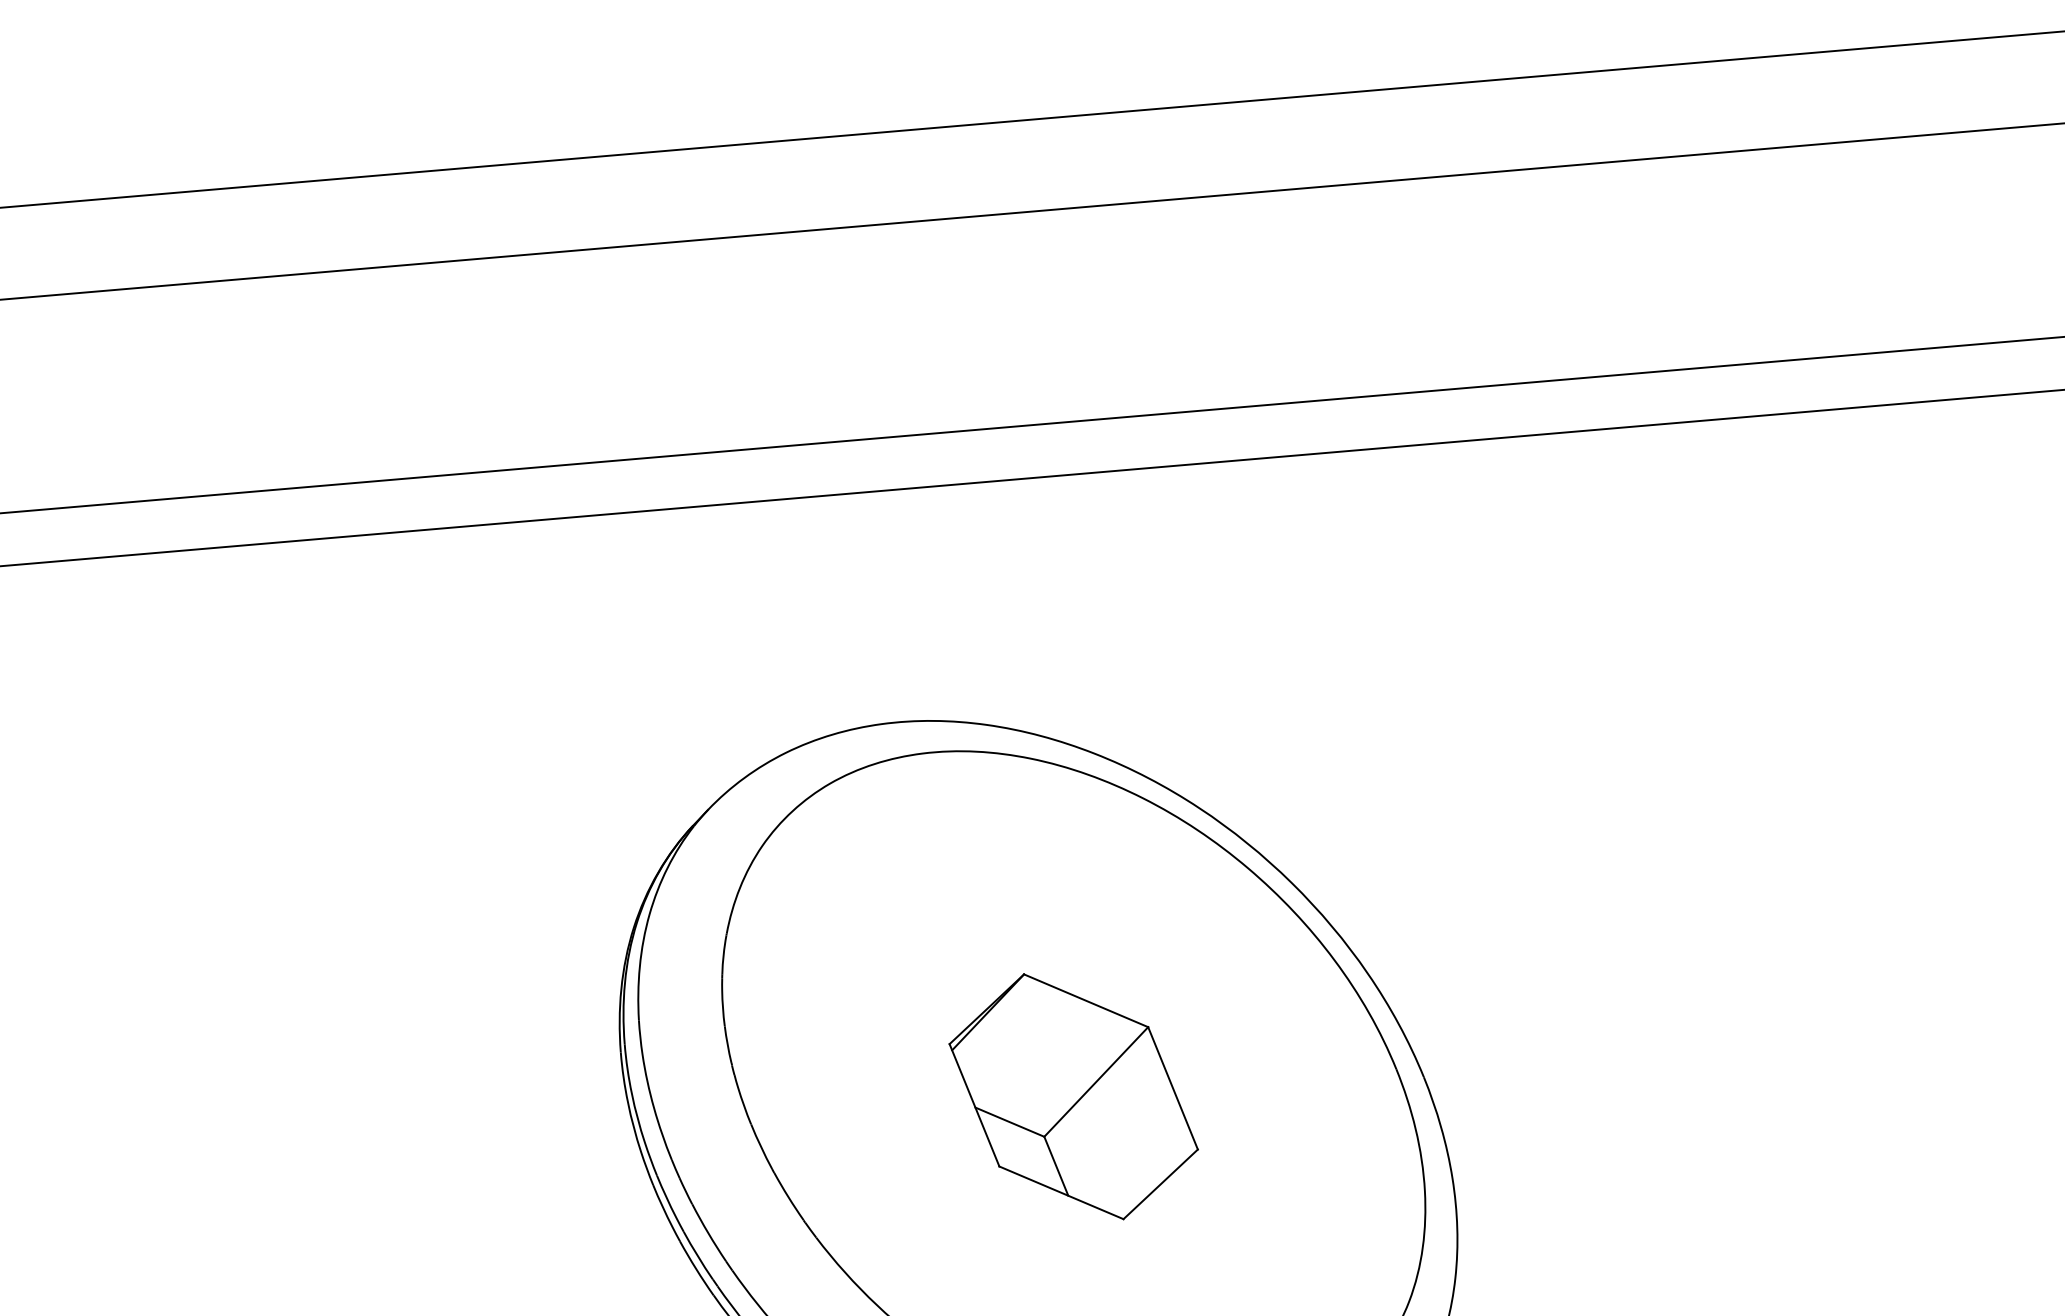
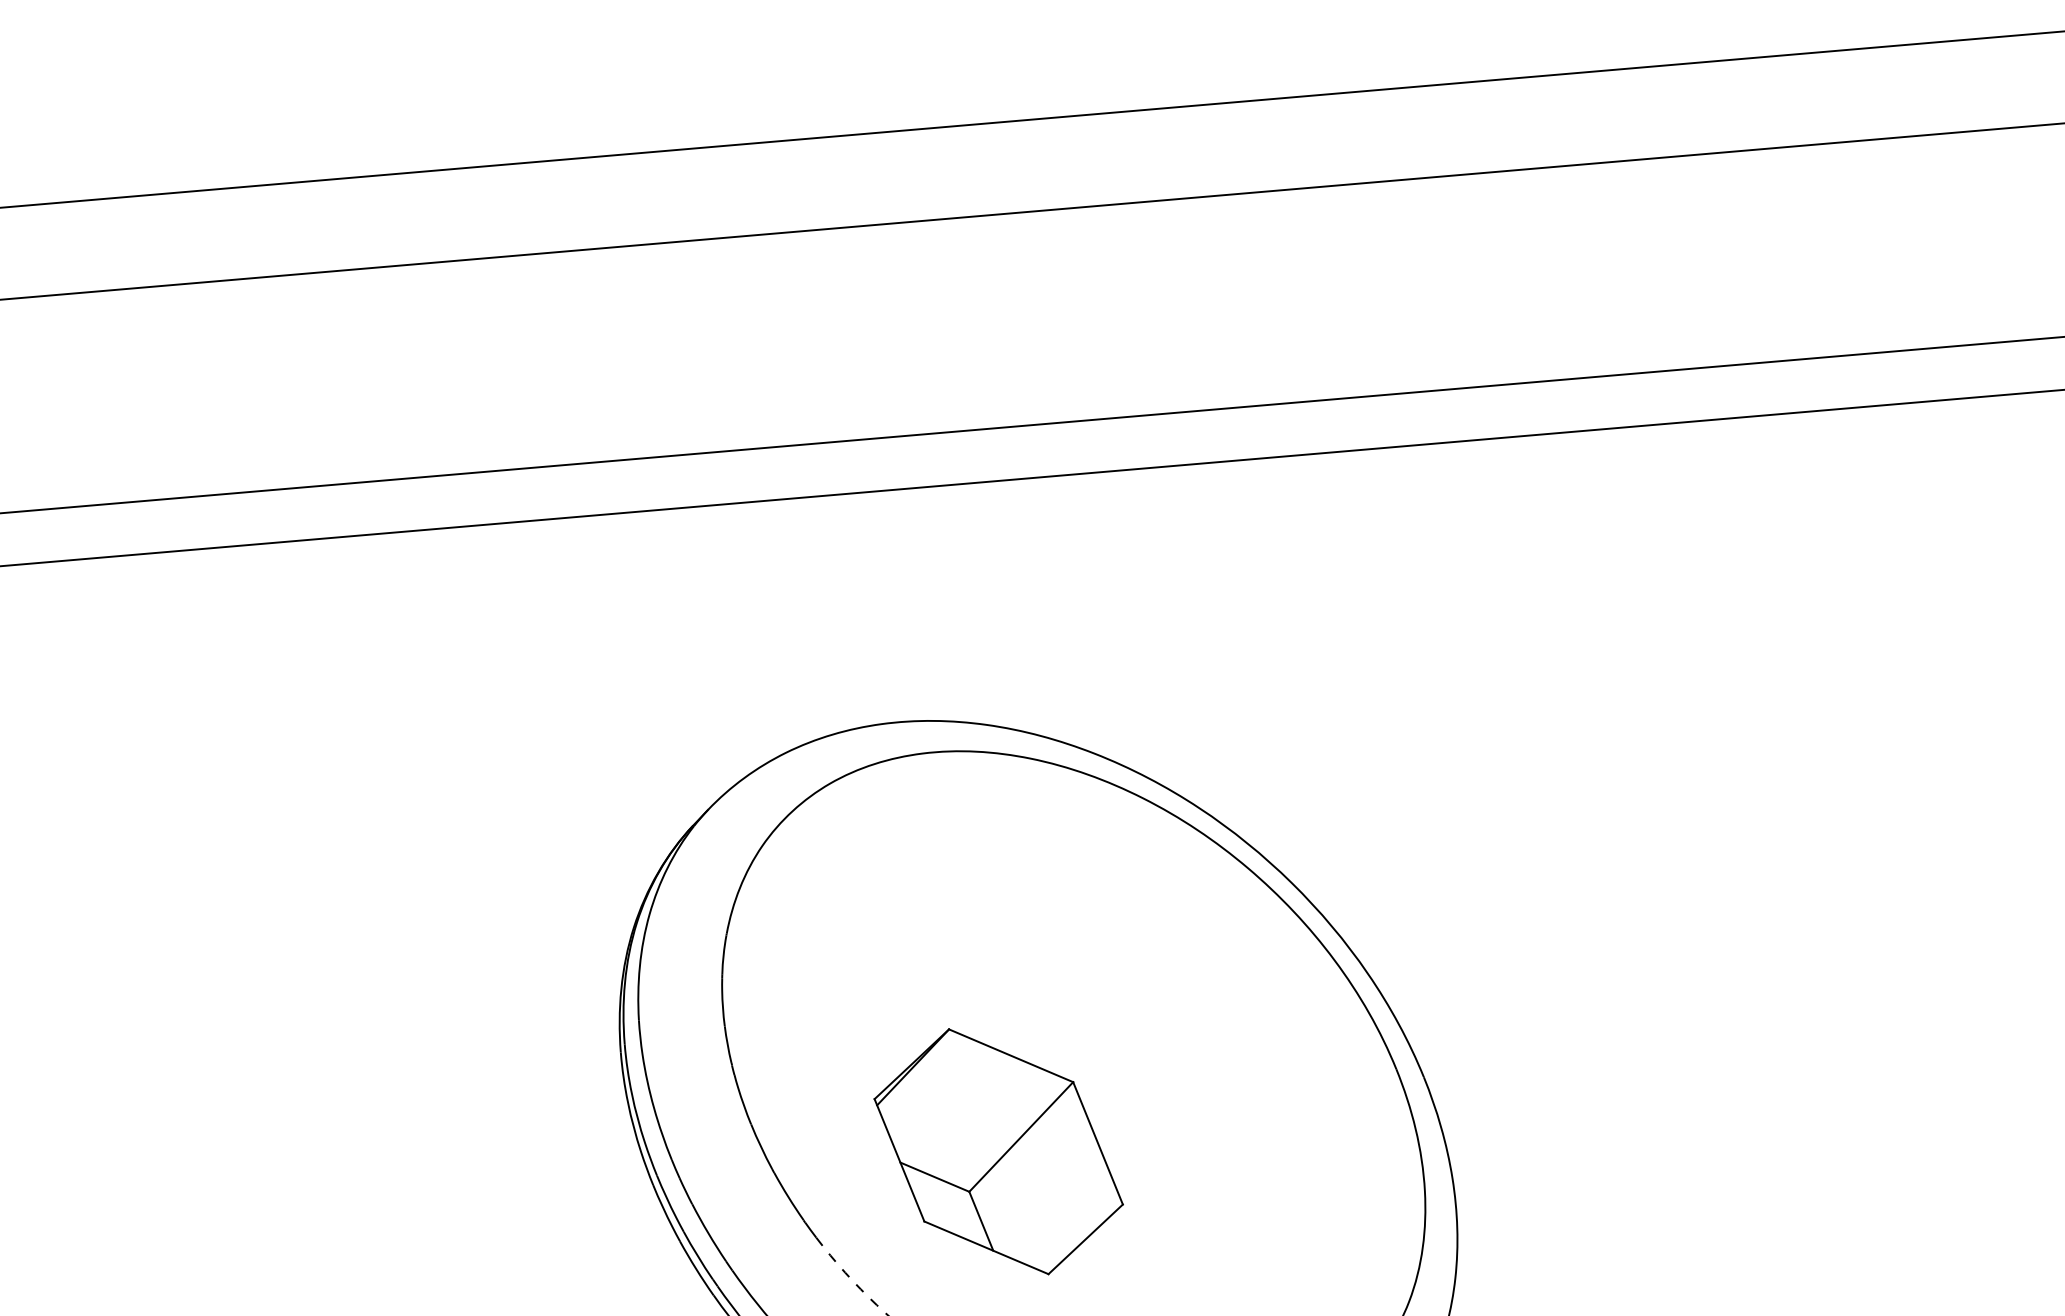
part at (1073, 1096) position: (1073, 1096) -> (998, 1151)
arc at (850, 1278): solid -> dashed
